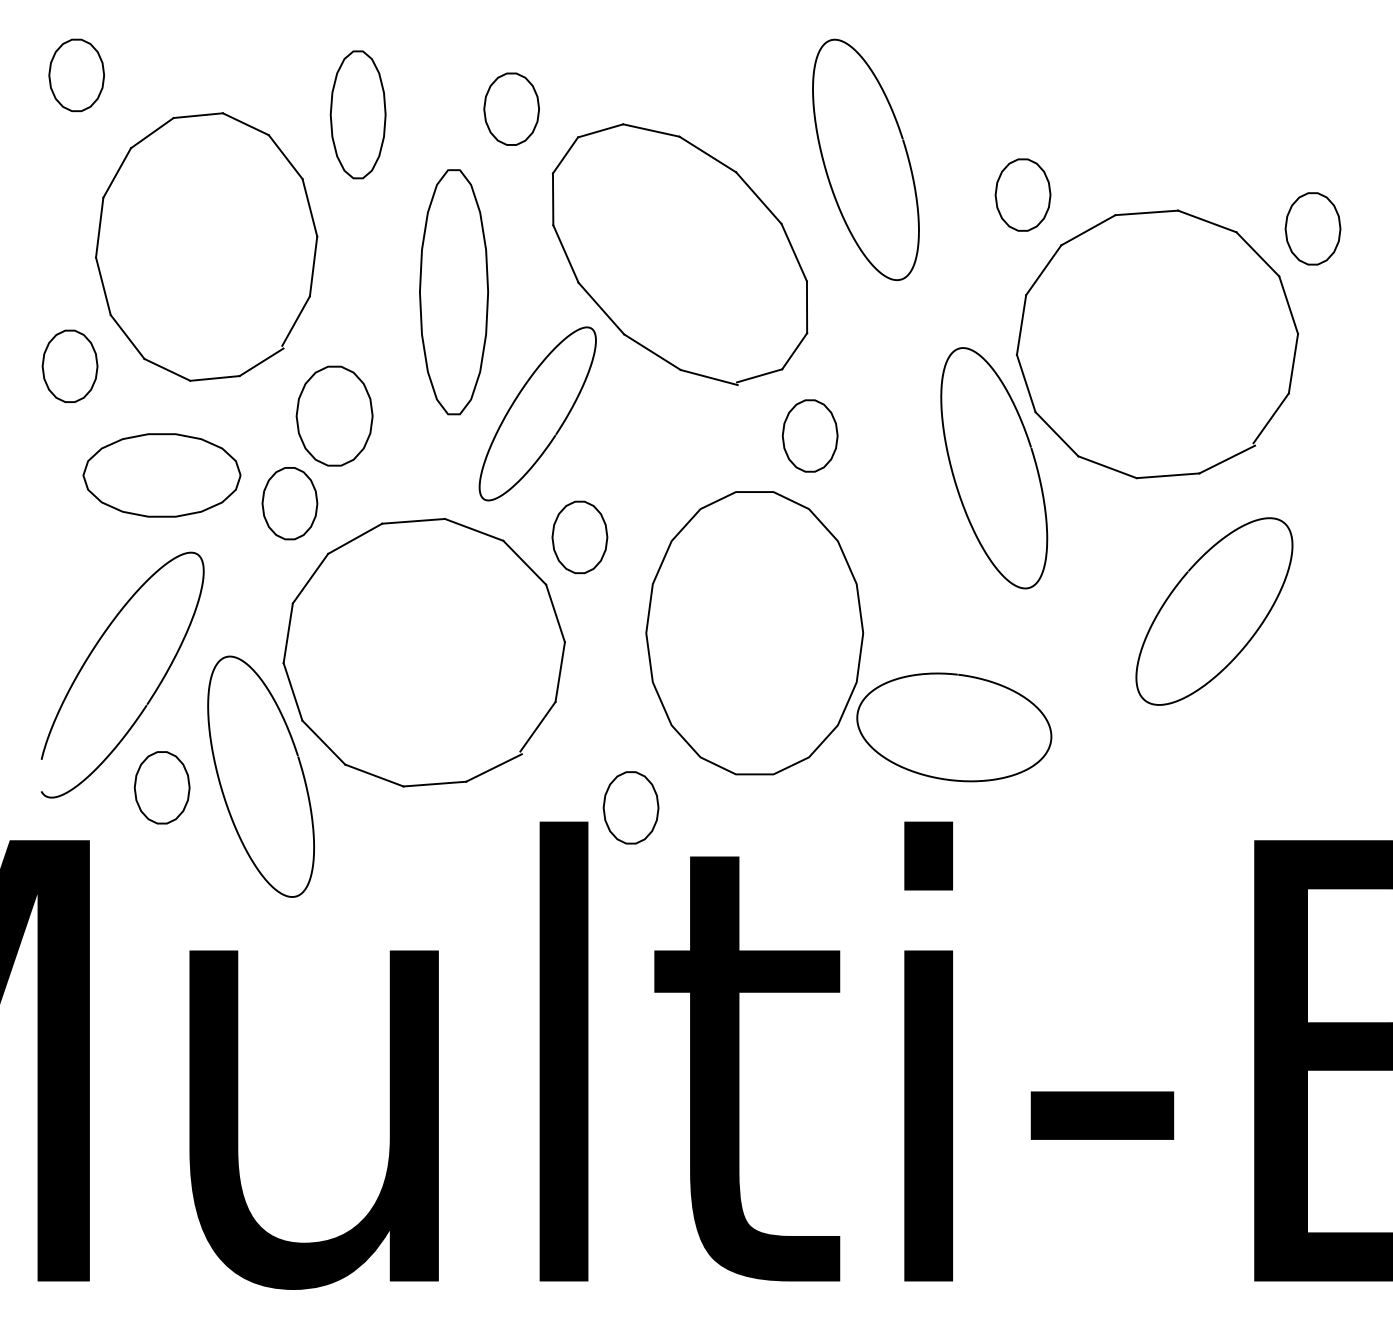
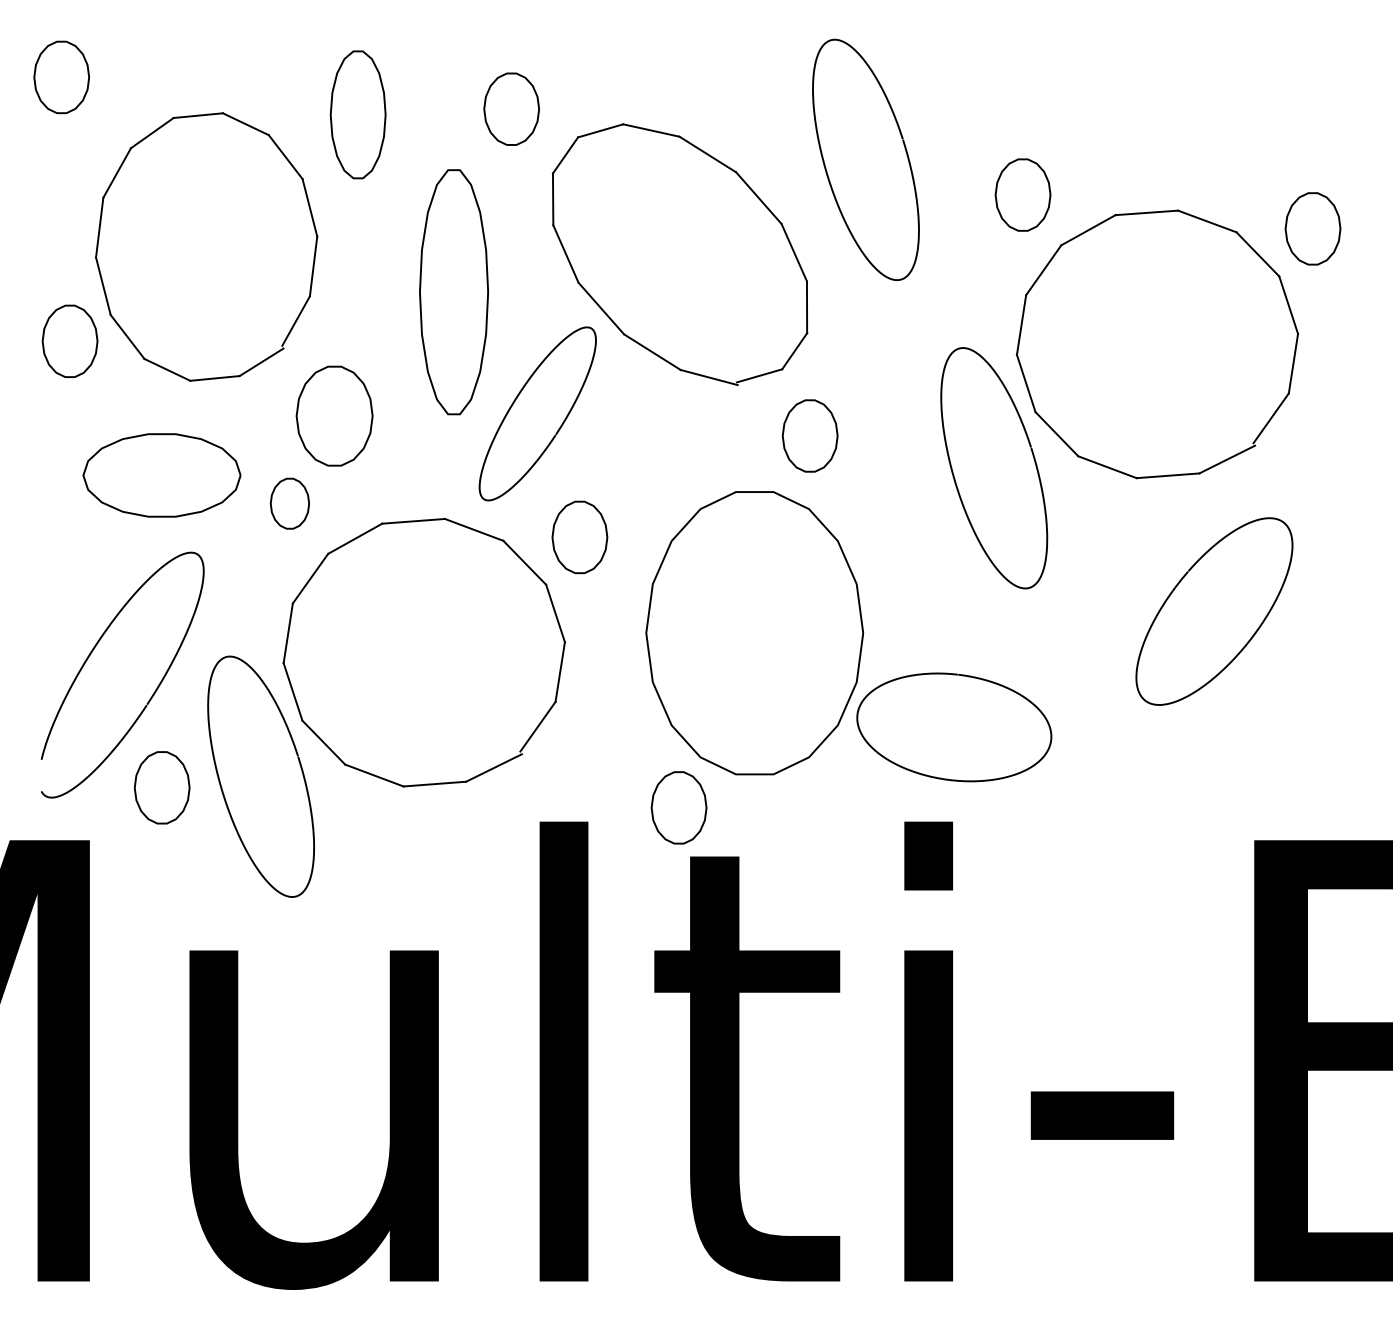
part at (76, 75) position: (76, 75) -> (61, 77)
part at (69, 365) position: (69, 365) -> (69, 340)
part at (289, 503) size: 58x74 px -> 41x53 px
part at (630, 807) position: (630, 807) -> (678, 807)
